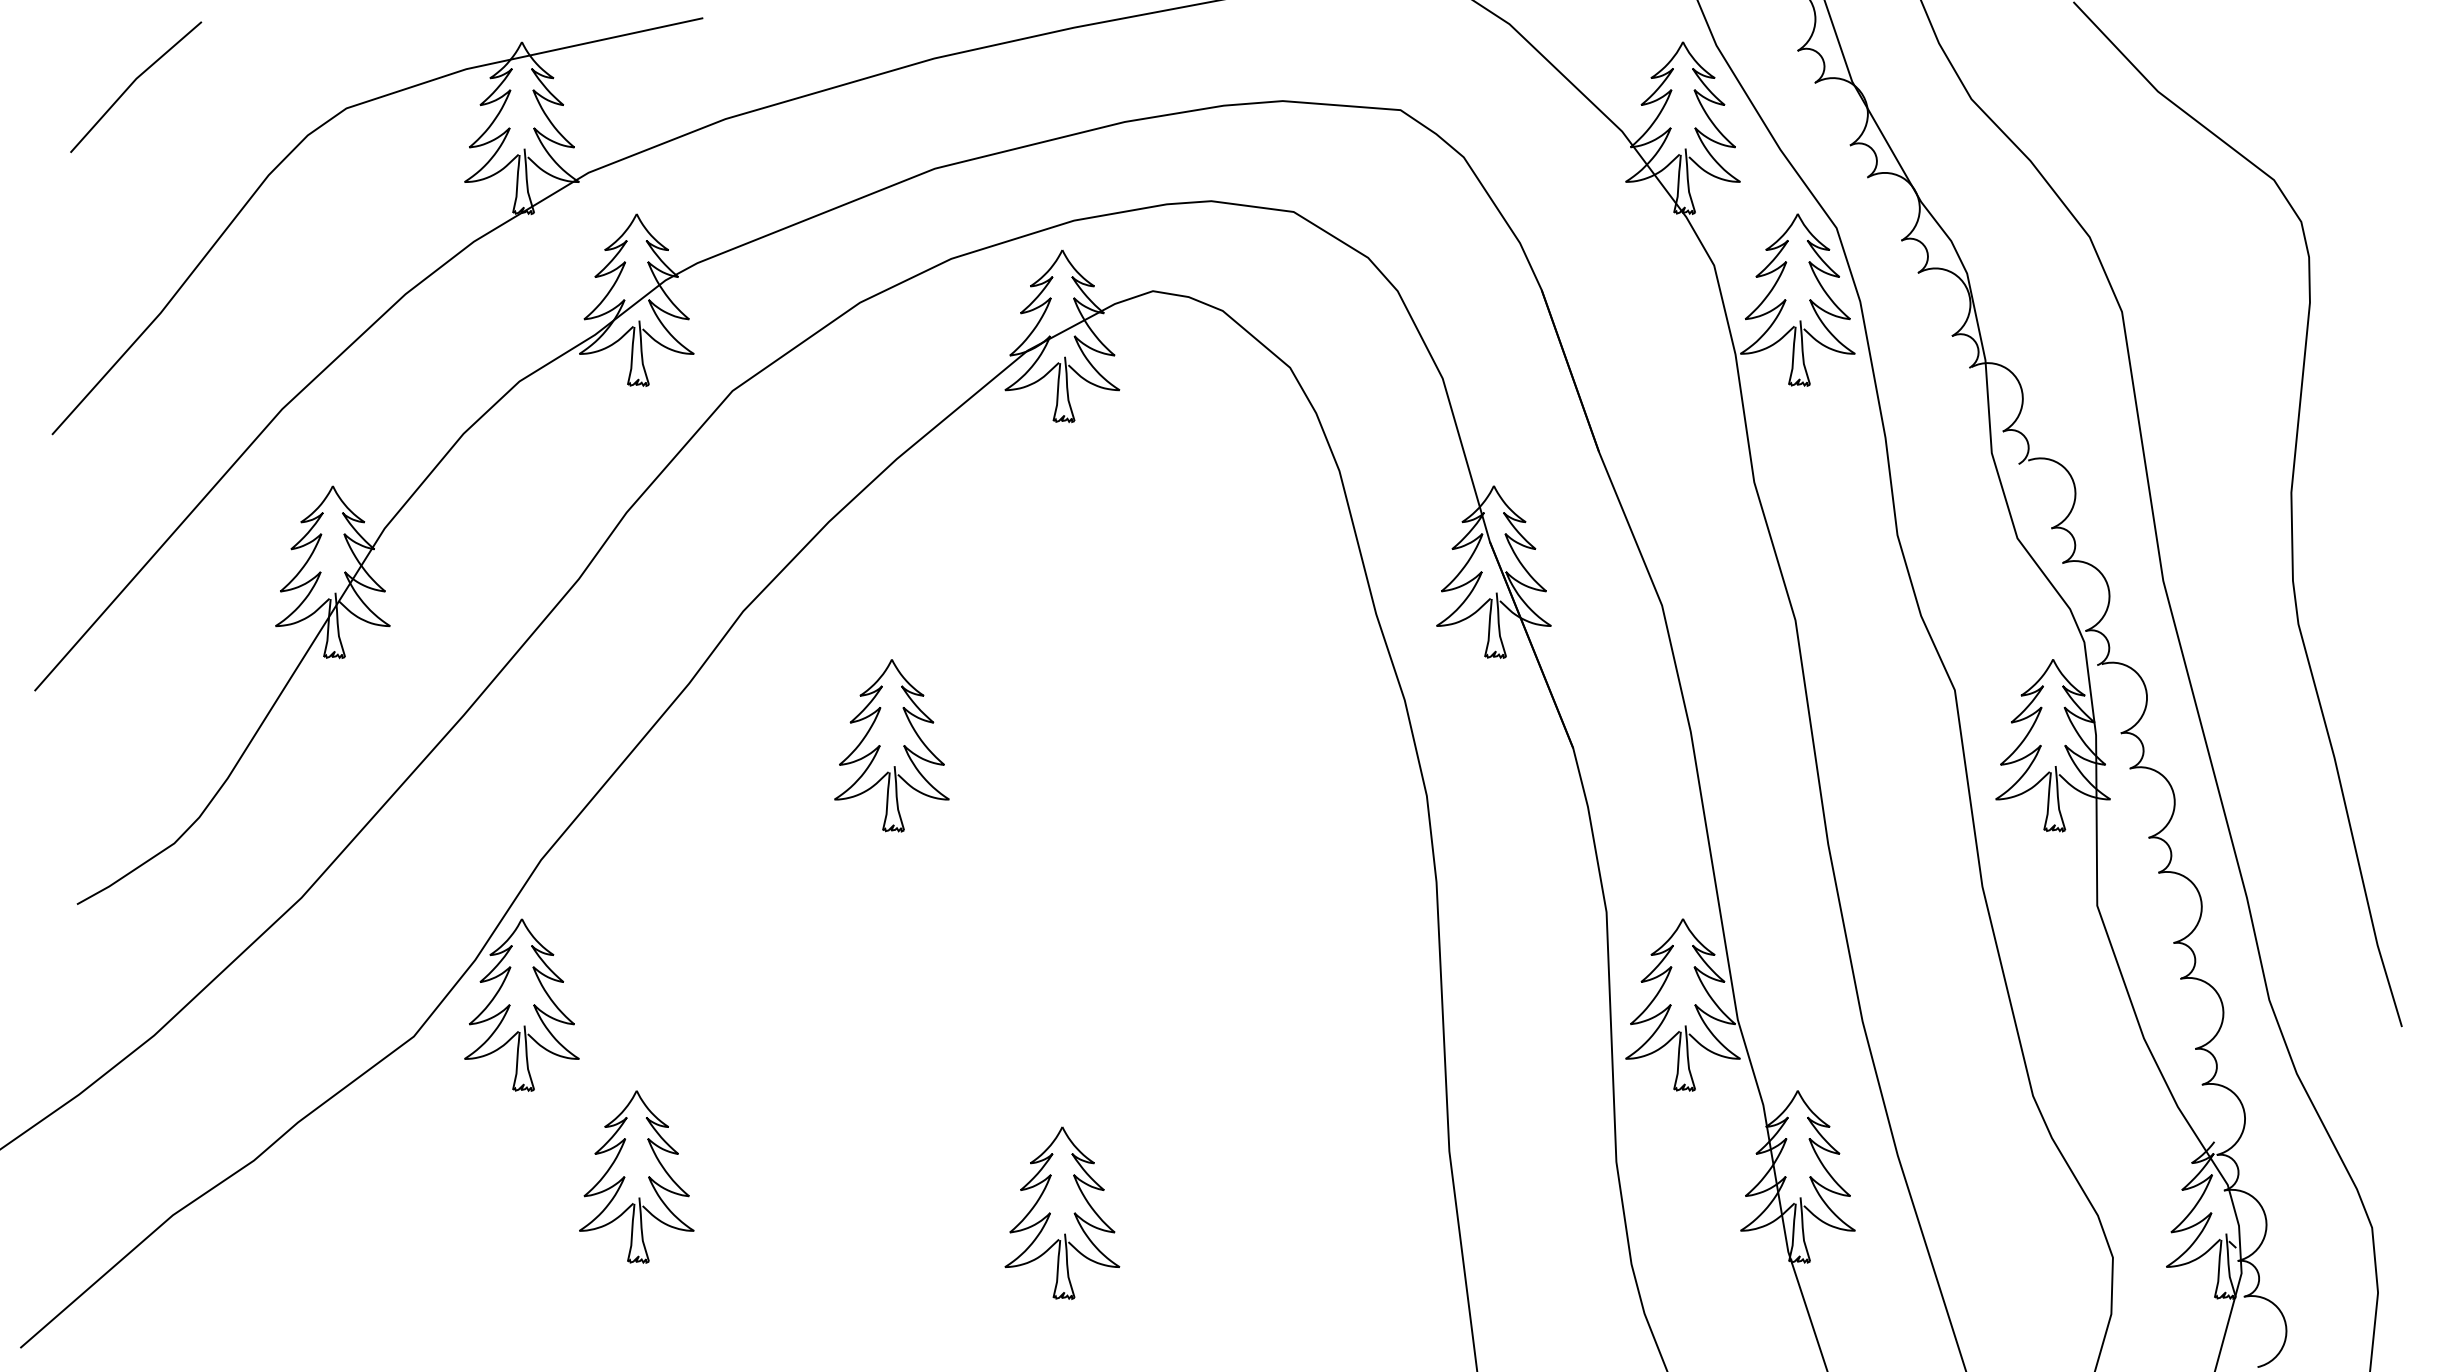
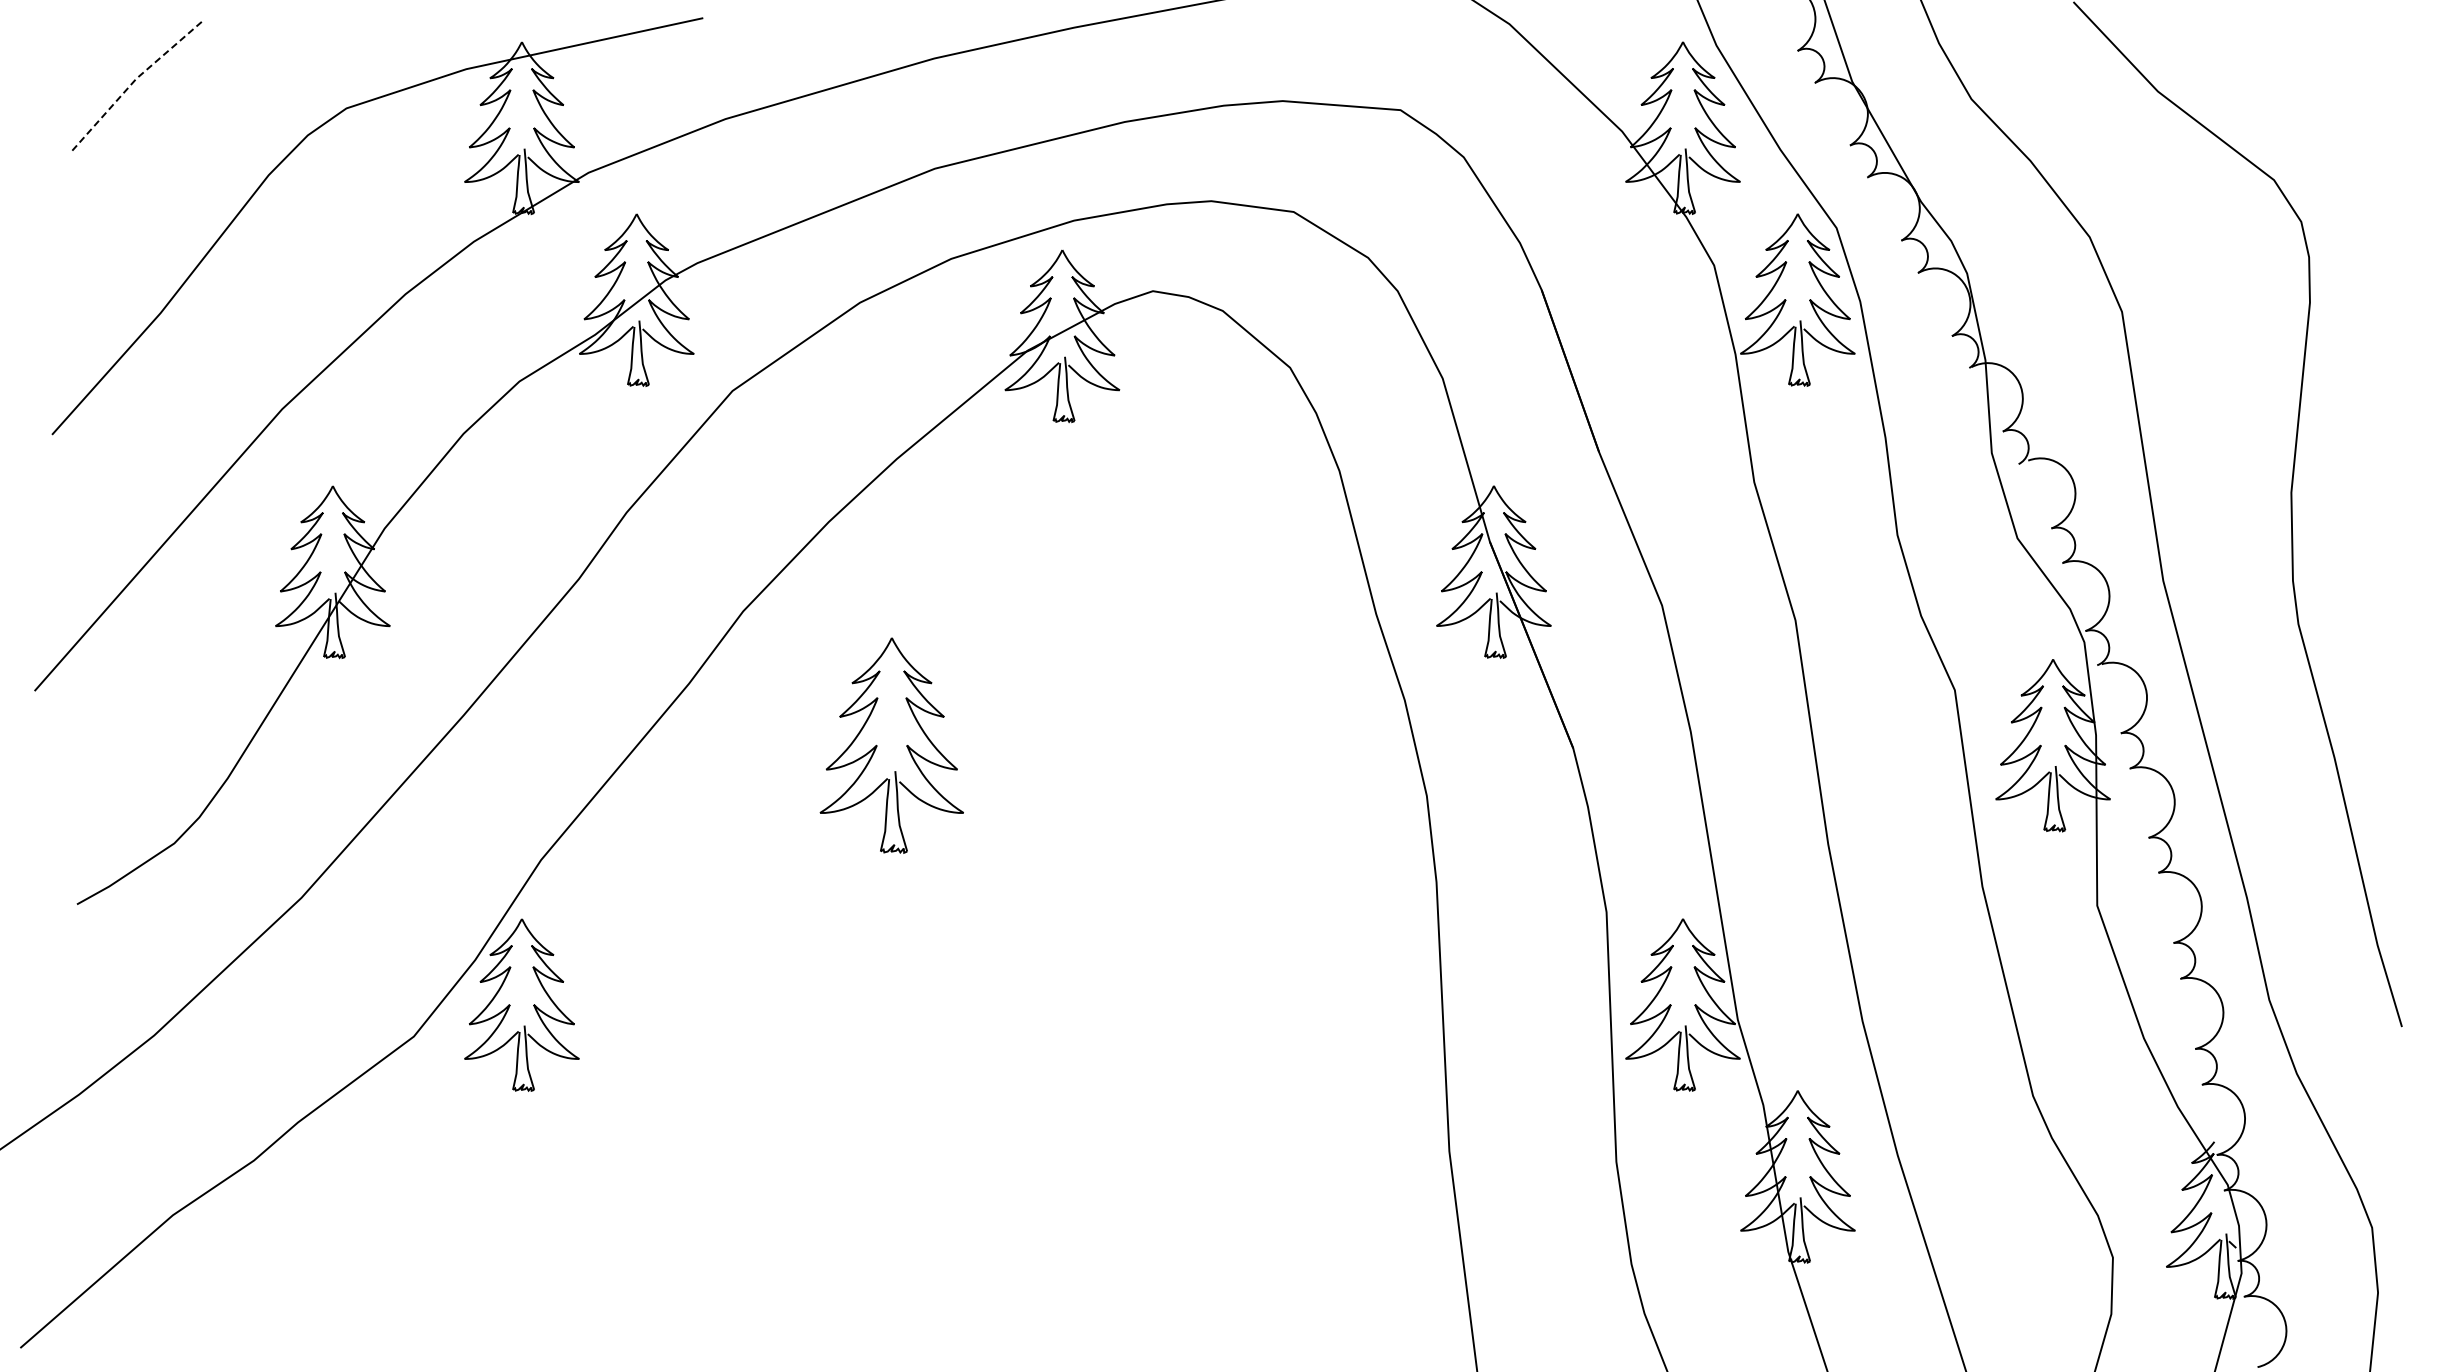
line at (132, 83): solid -> dashed
part at (891, 745) size: 116x174 px -> 145x217 px
part at (636, 1176): present -> none
part at (1073, 1213): present -> none
